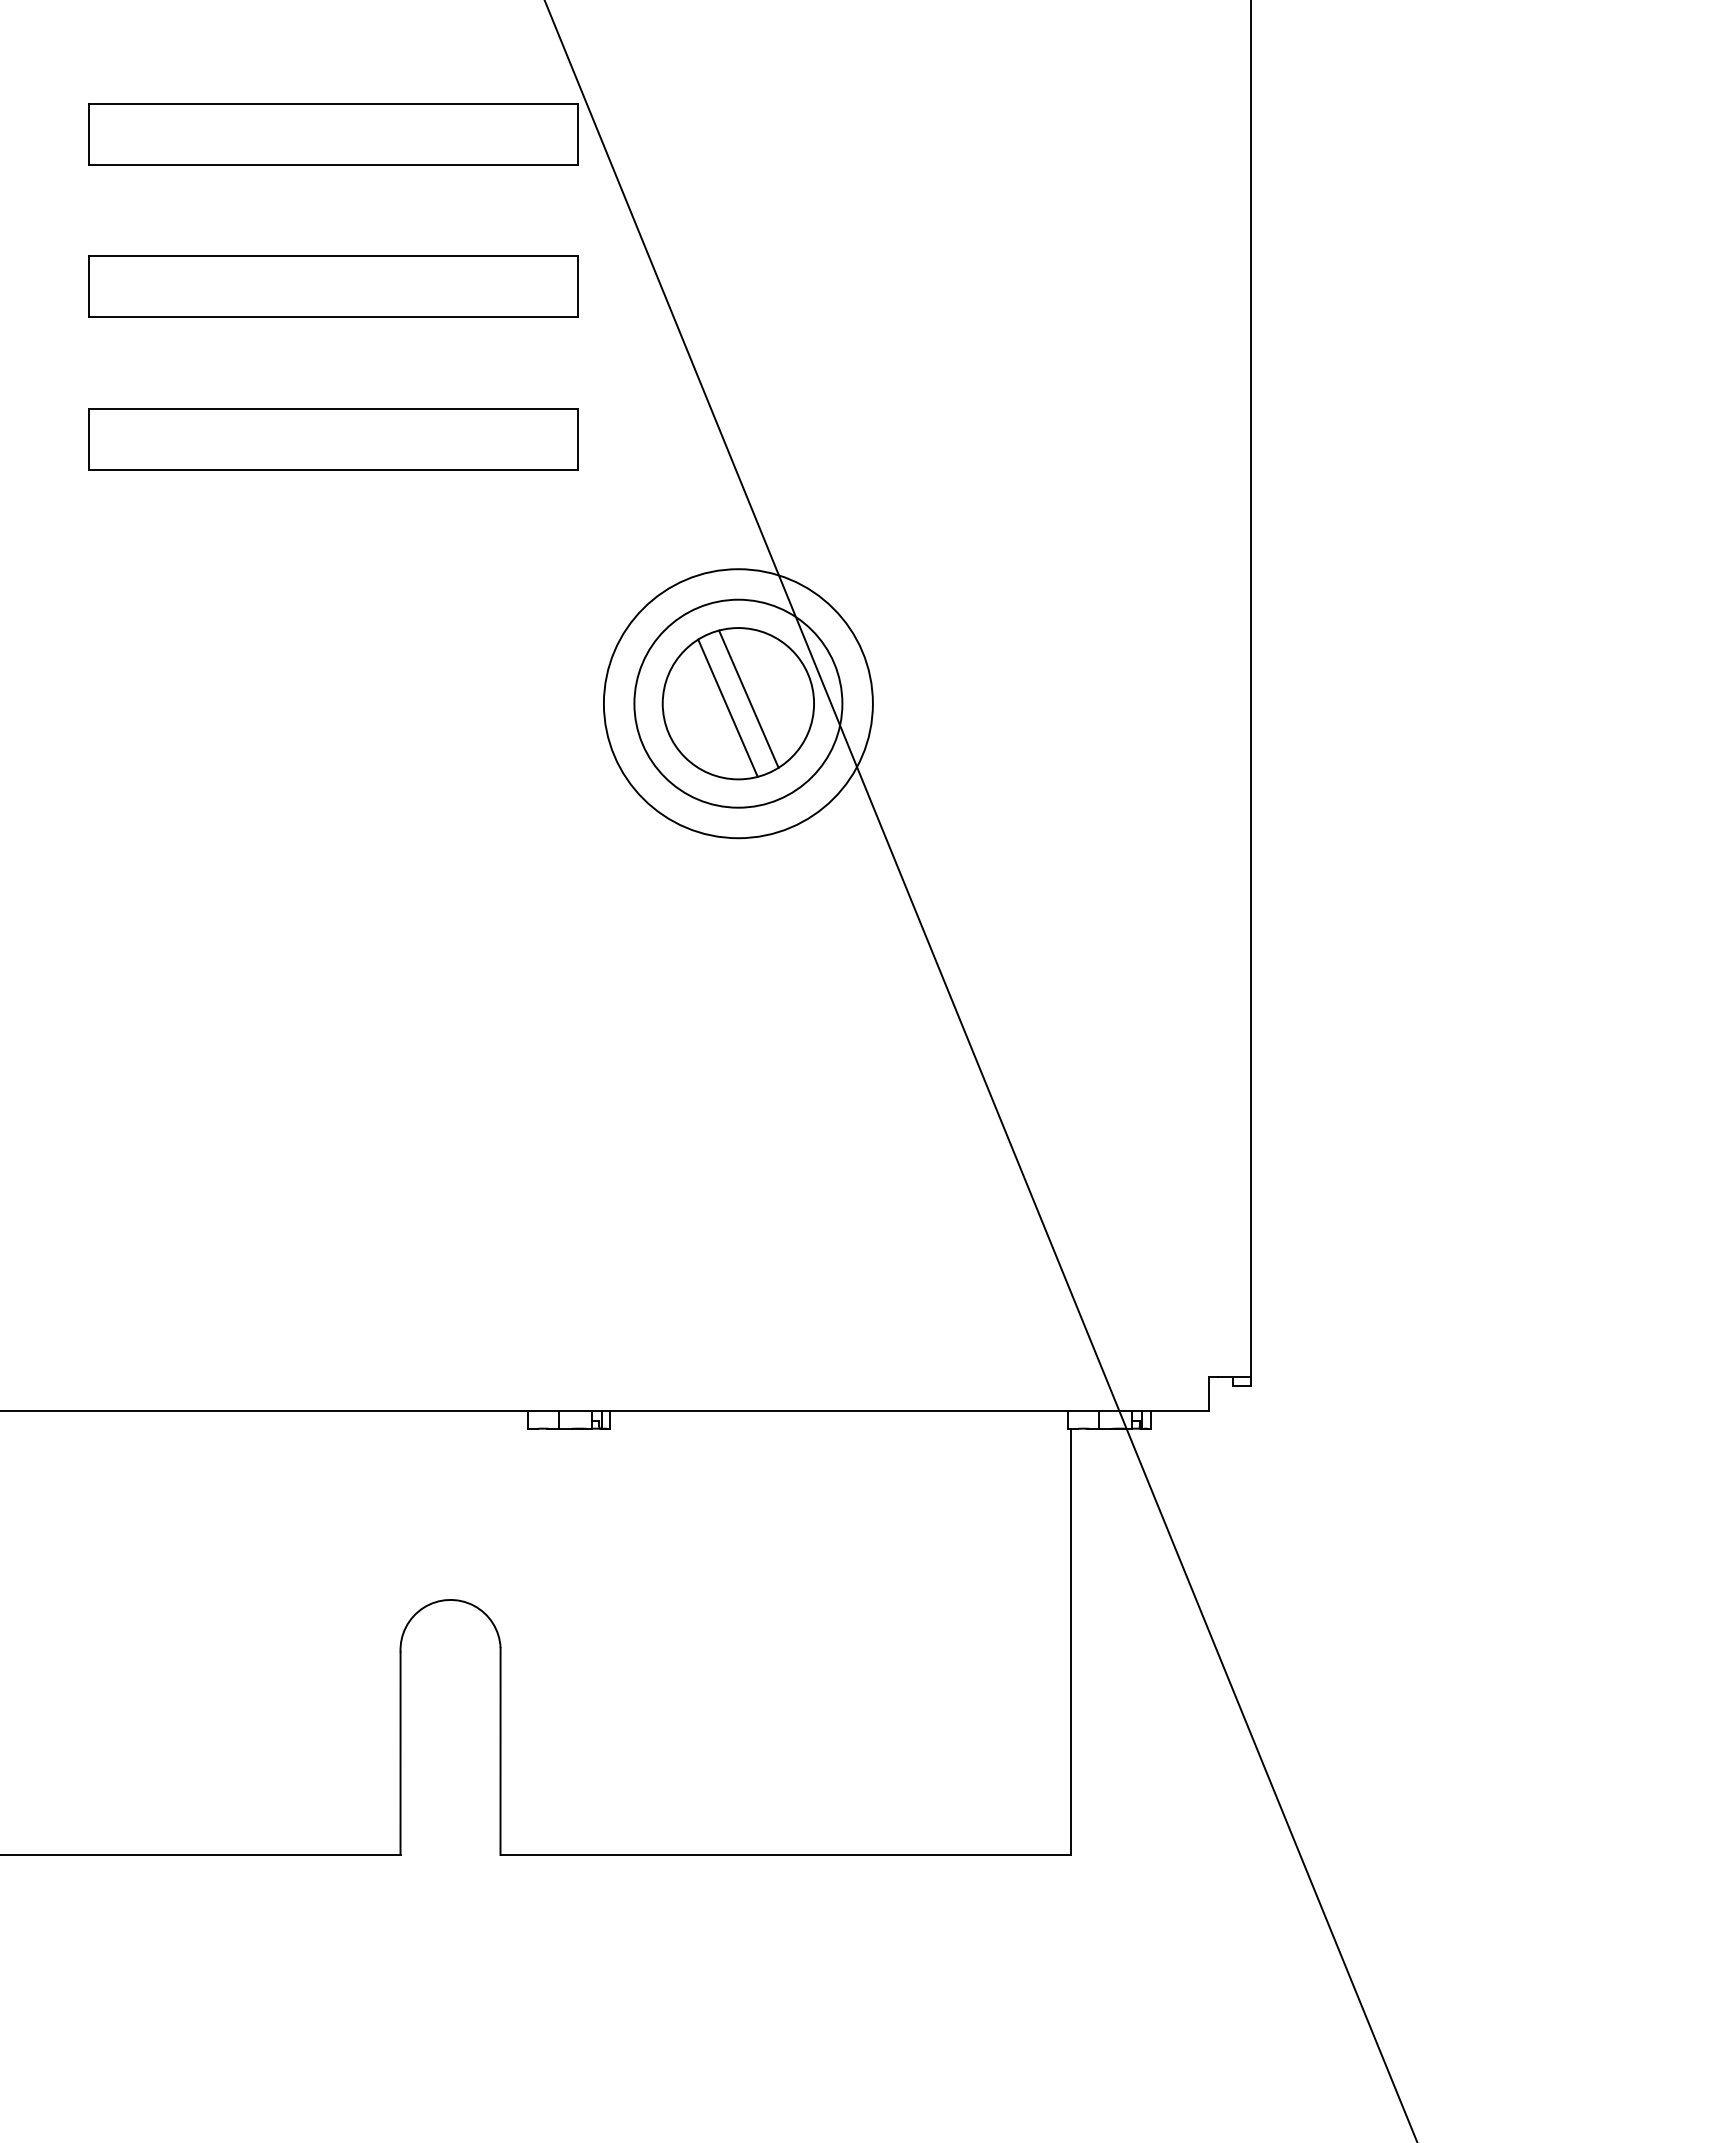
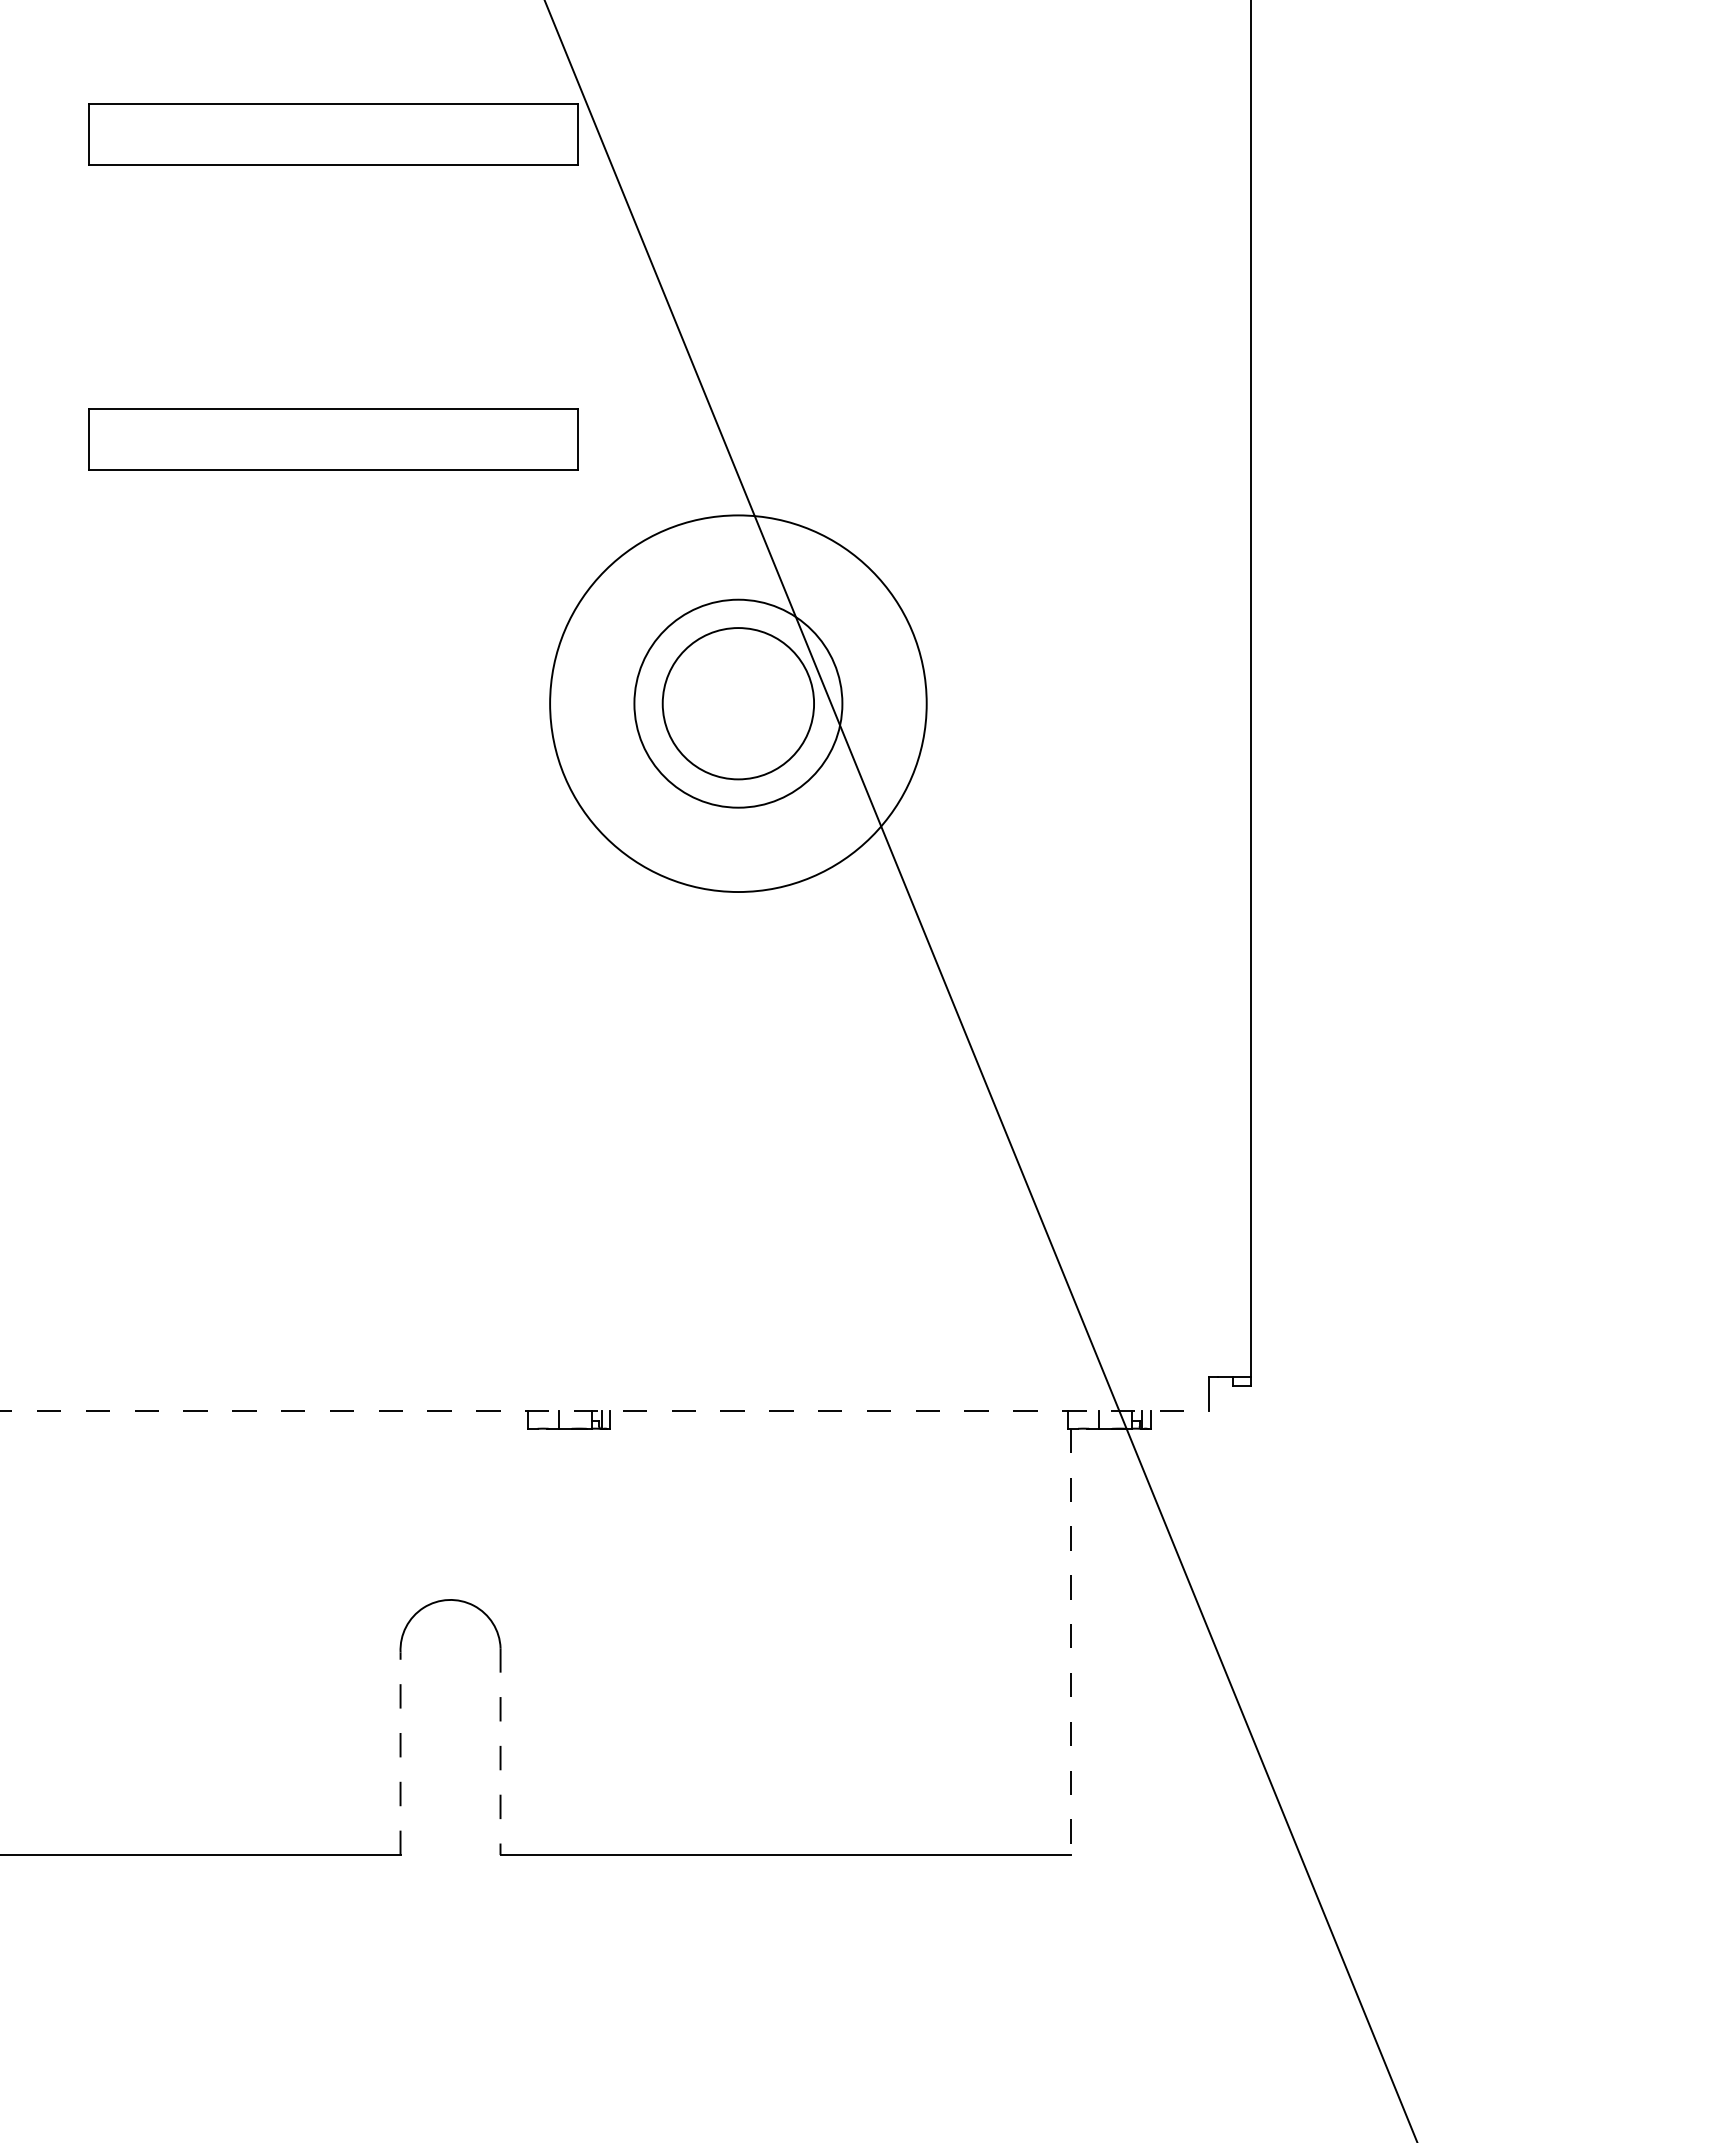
part at (333, 286): present -> none
line at (748, 698): present -> none
circle at (737, 703) diameter: 269 px -> 377 px
line at (727, 707): present -> none
line at (604, 1410): solid -> dashed
line at (1070, 1642): solid -> dashed
line at (500, 1752): solid -> dashed
line at (400, 1753): solid -> dashed
